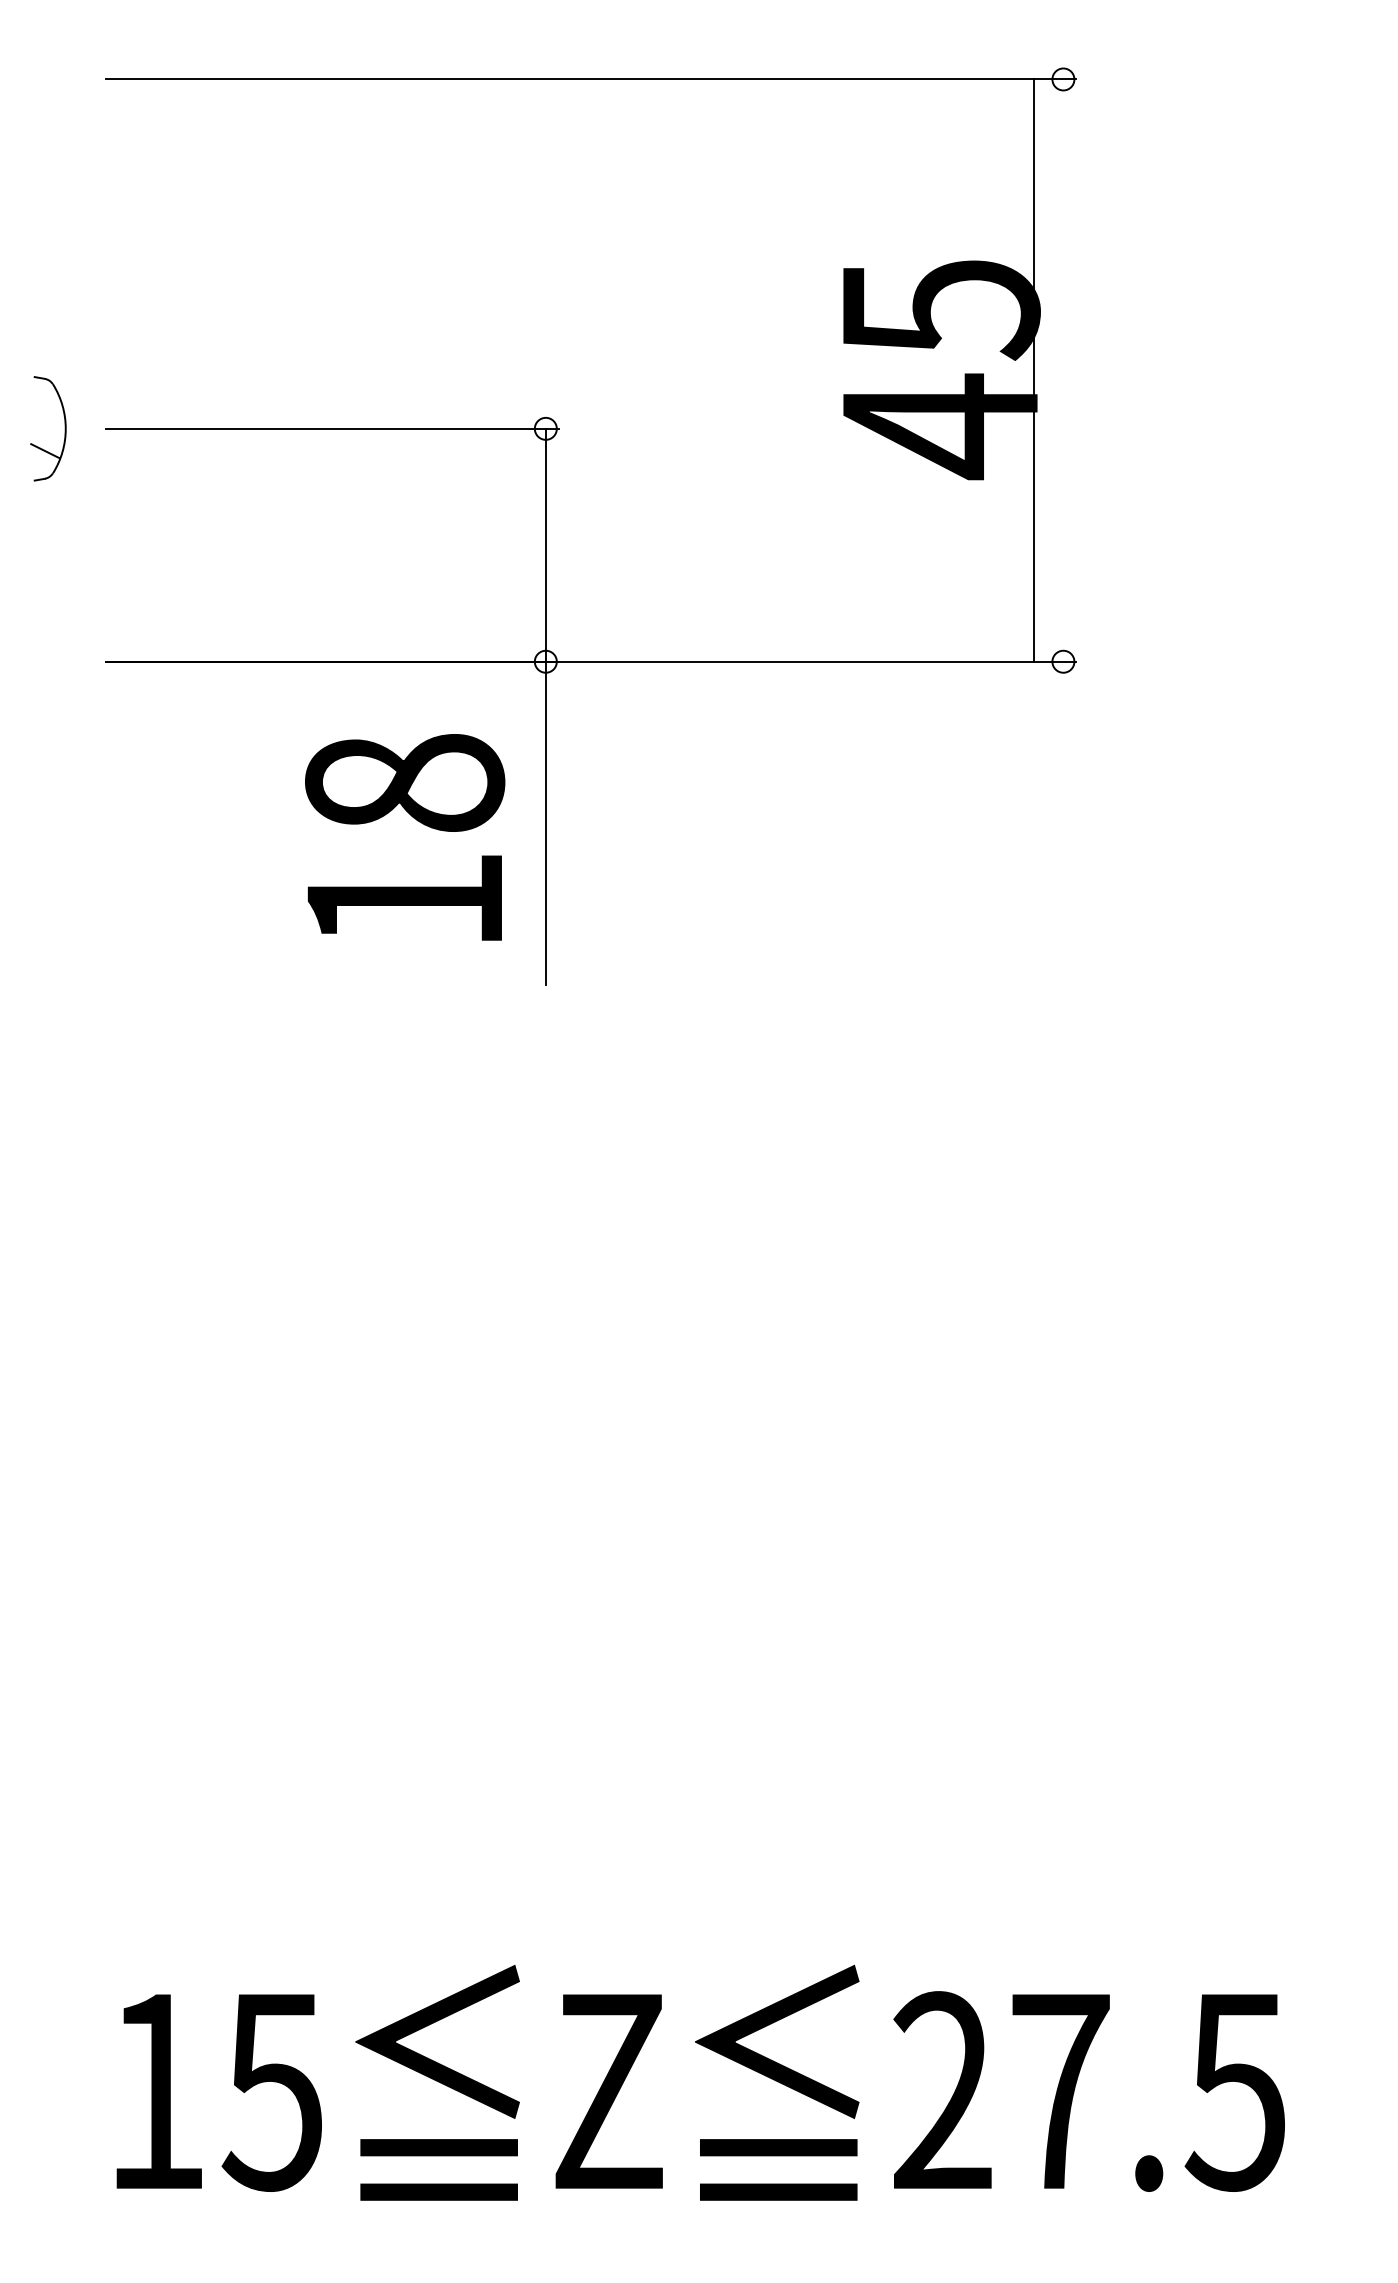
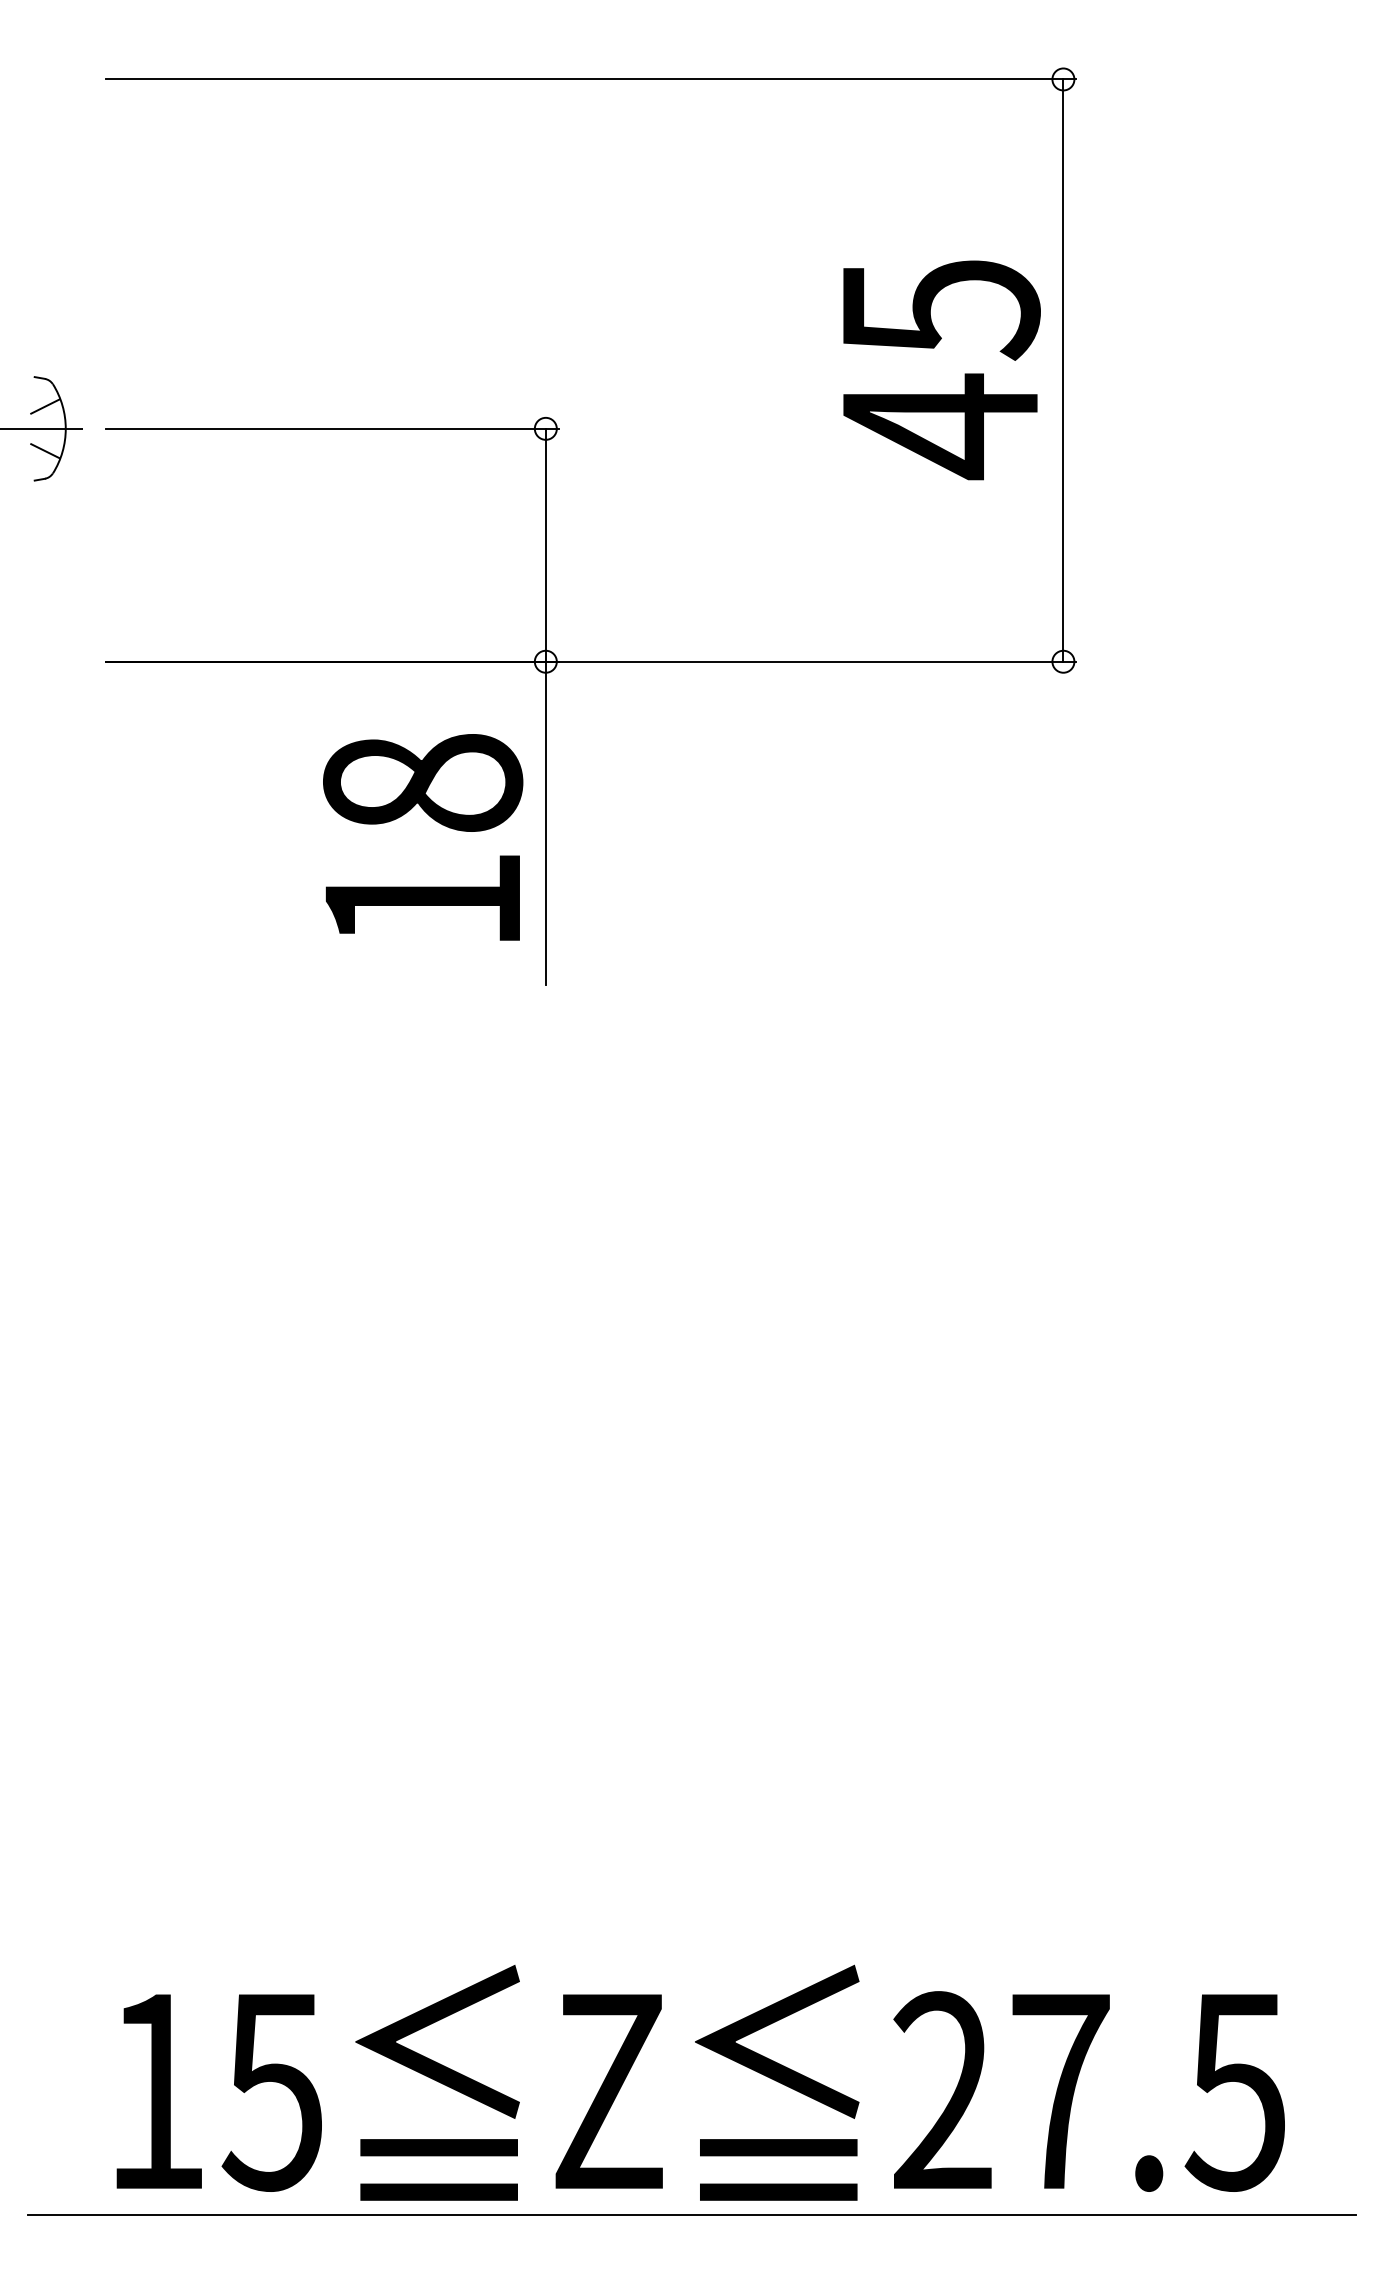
line at (1034, 370) position: (1034, 370) -> (1063, 370)
line at (45, 406): none -> present
line at (42, 428): none -> present
text at (405, 837) position: (405, 837) -> (423, 837)
line at (691, 2214): none -> present
